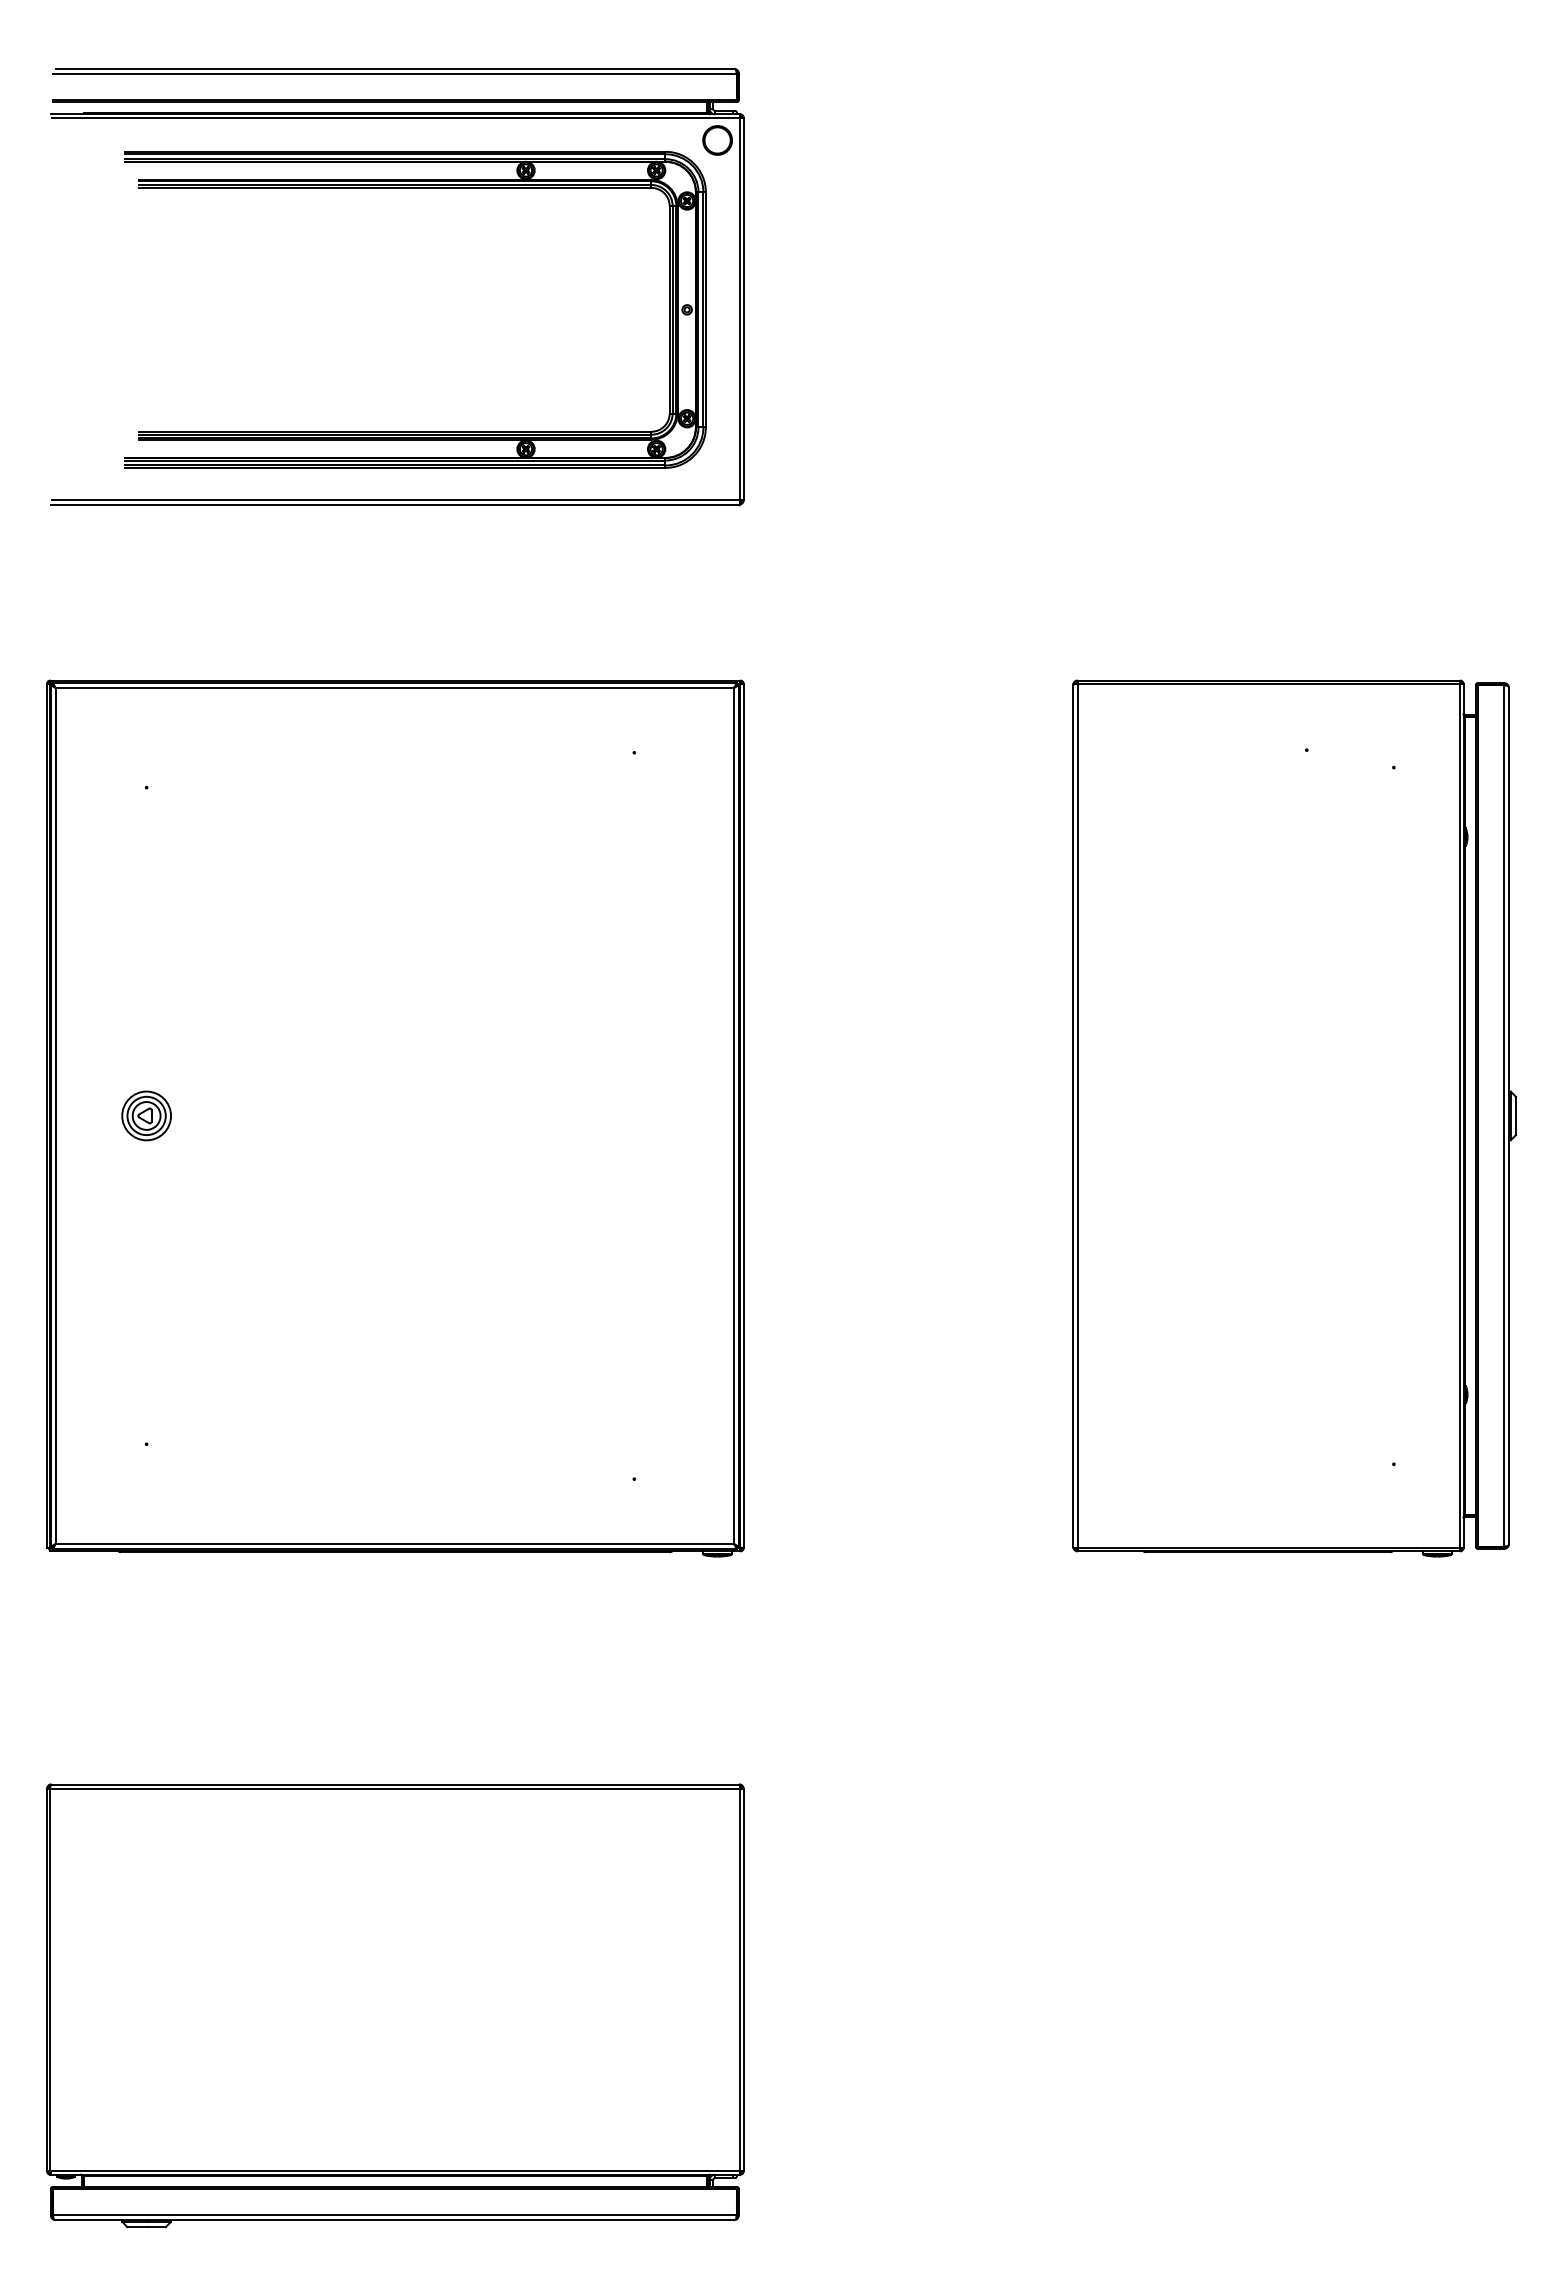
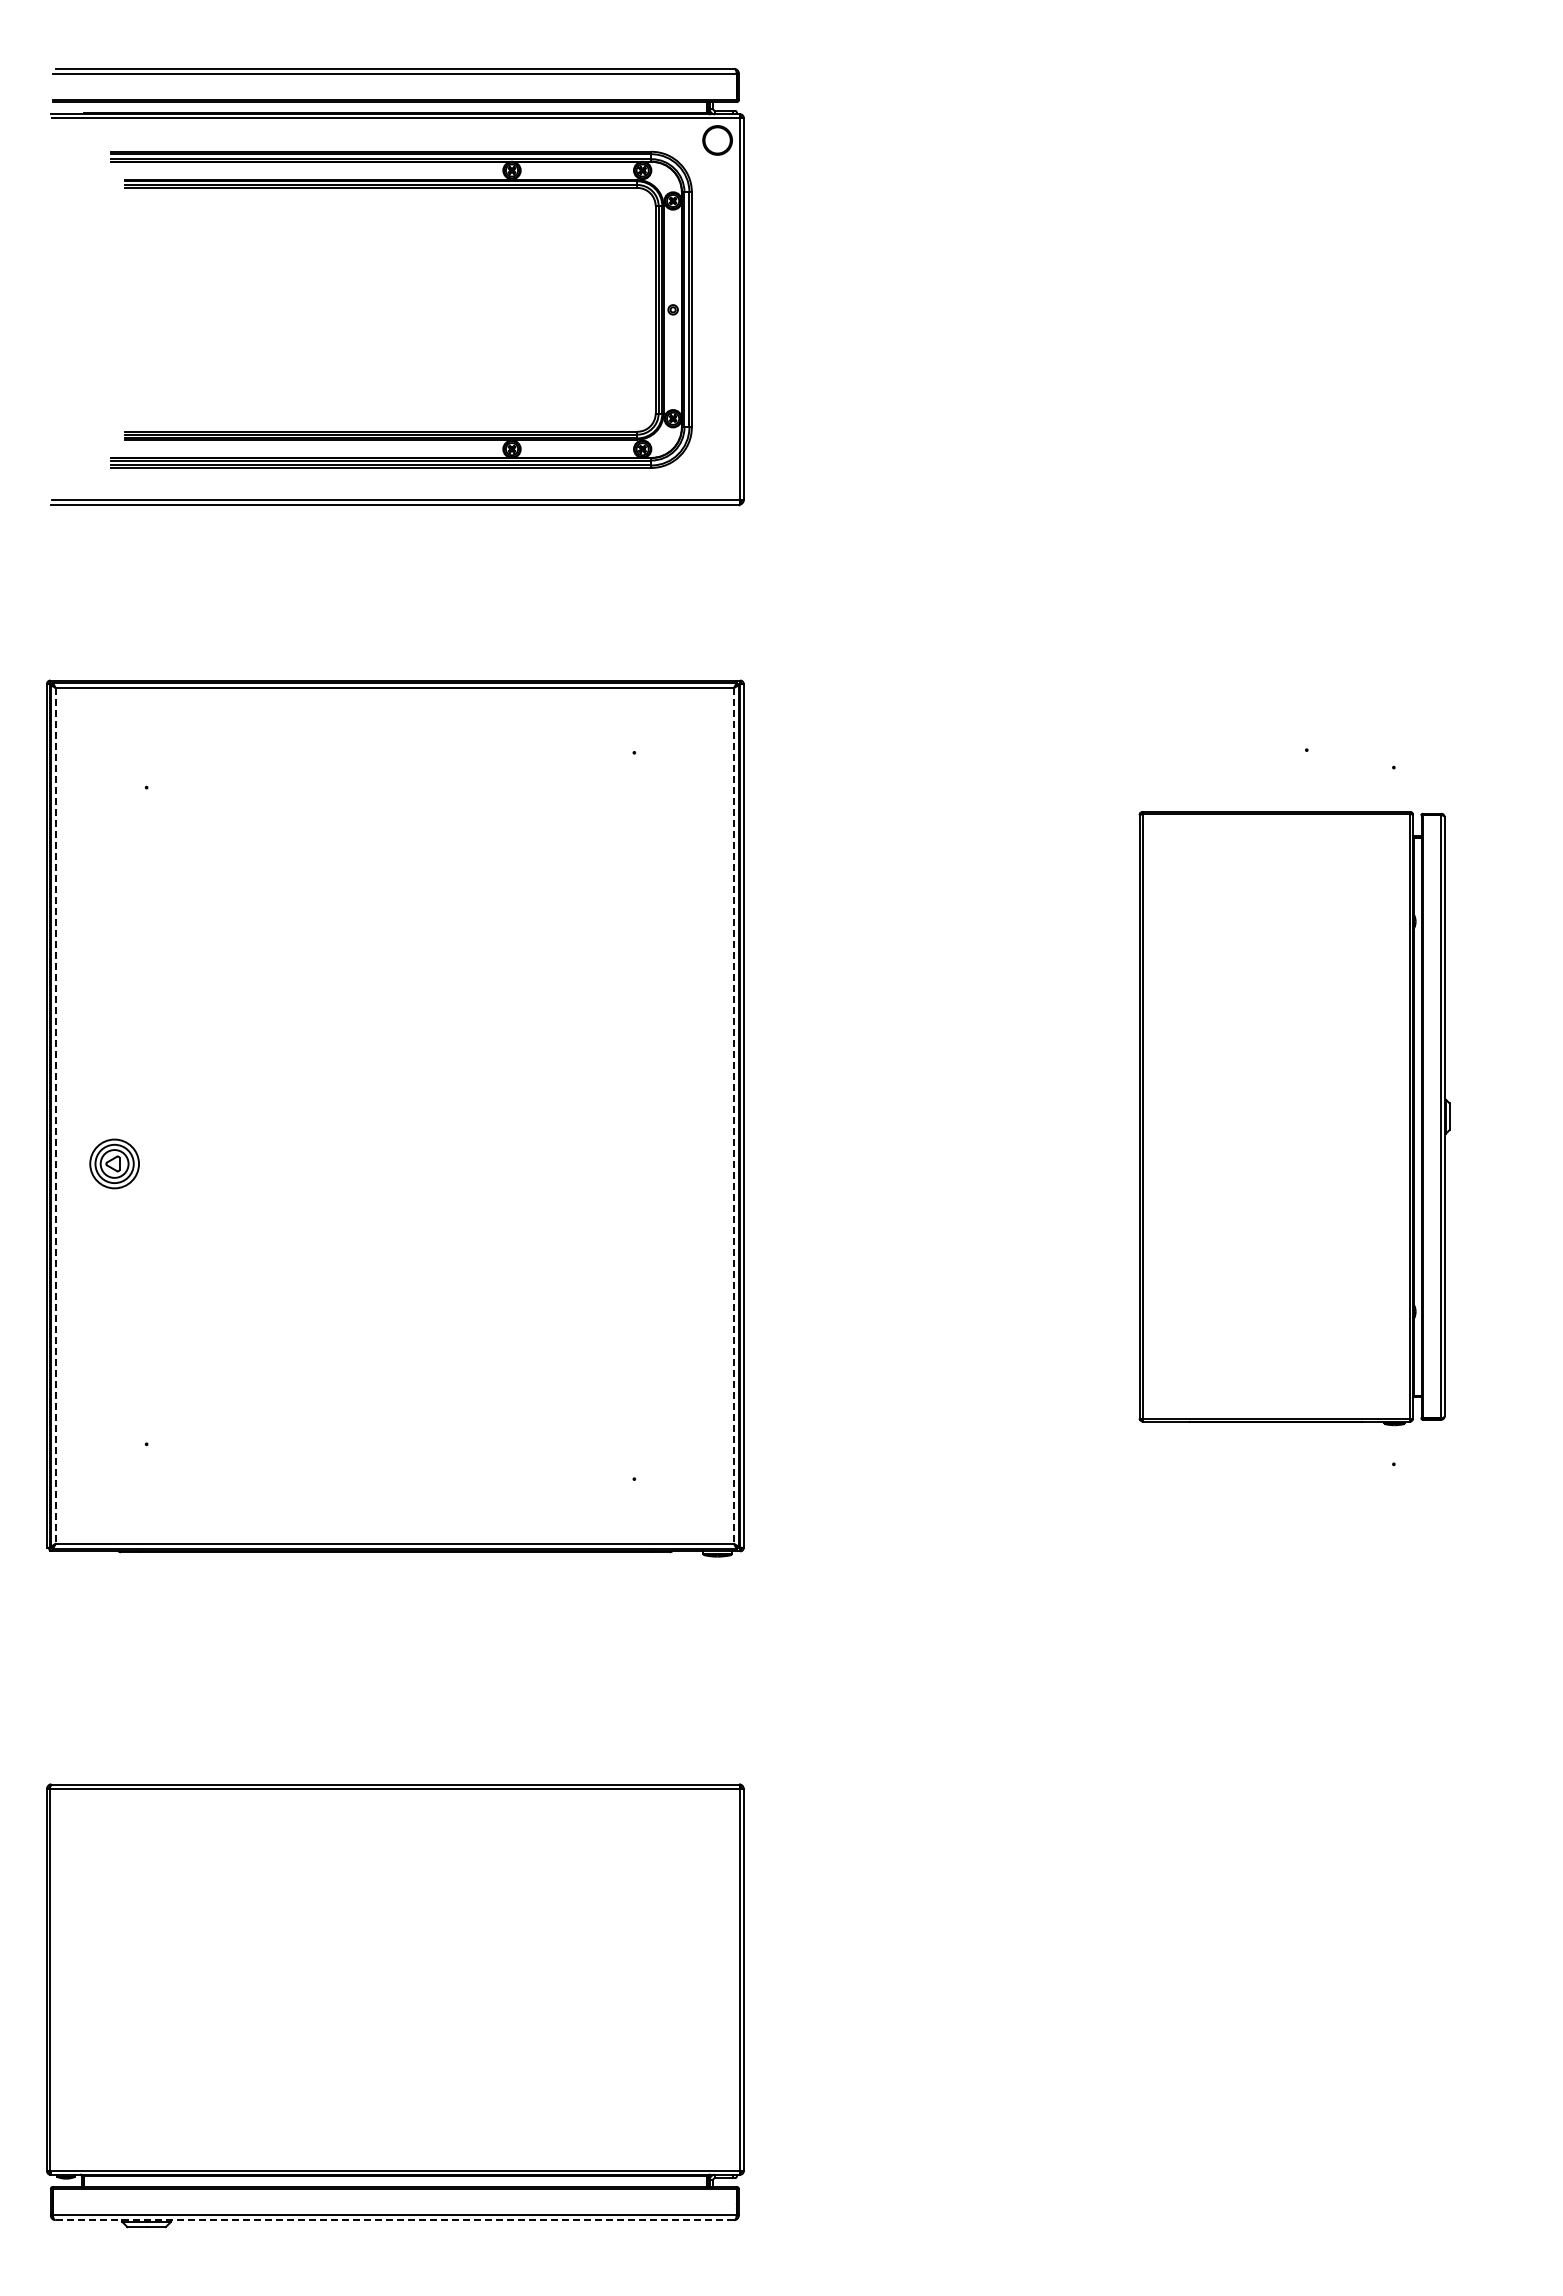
part at (415, 188) position: (415, 188) -> (401, 188)
part at (146, 1115) position: (146, 1115) -> (114, 1163)
line at (55, 1116): solid -> dashed
line at (734, 1116): solid -> dashed
part at (1294, 1118) size: 445x879 px -> 313x616 px
line at (395, 2220): solid -> dashed
